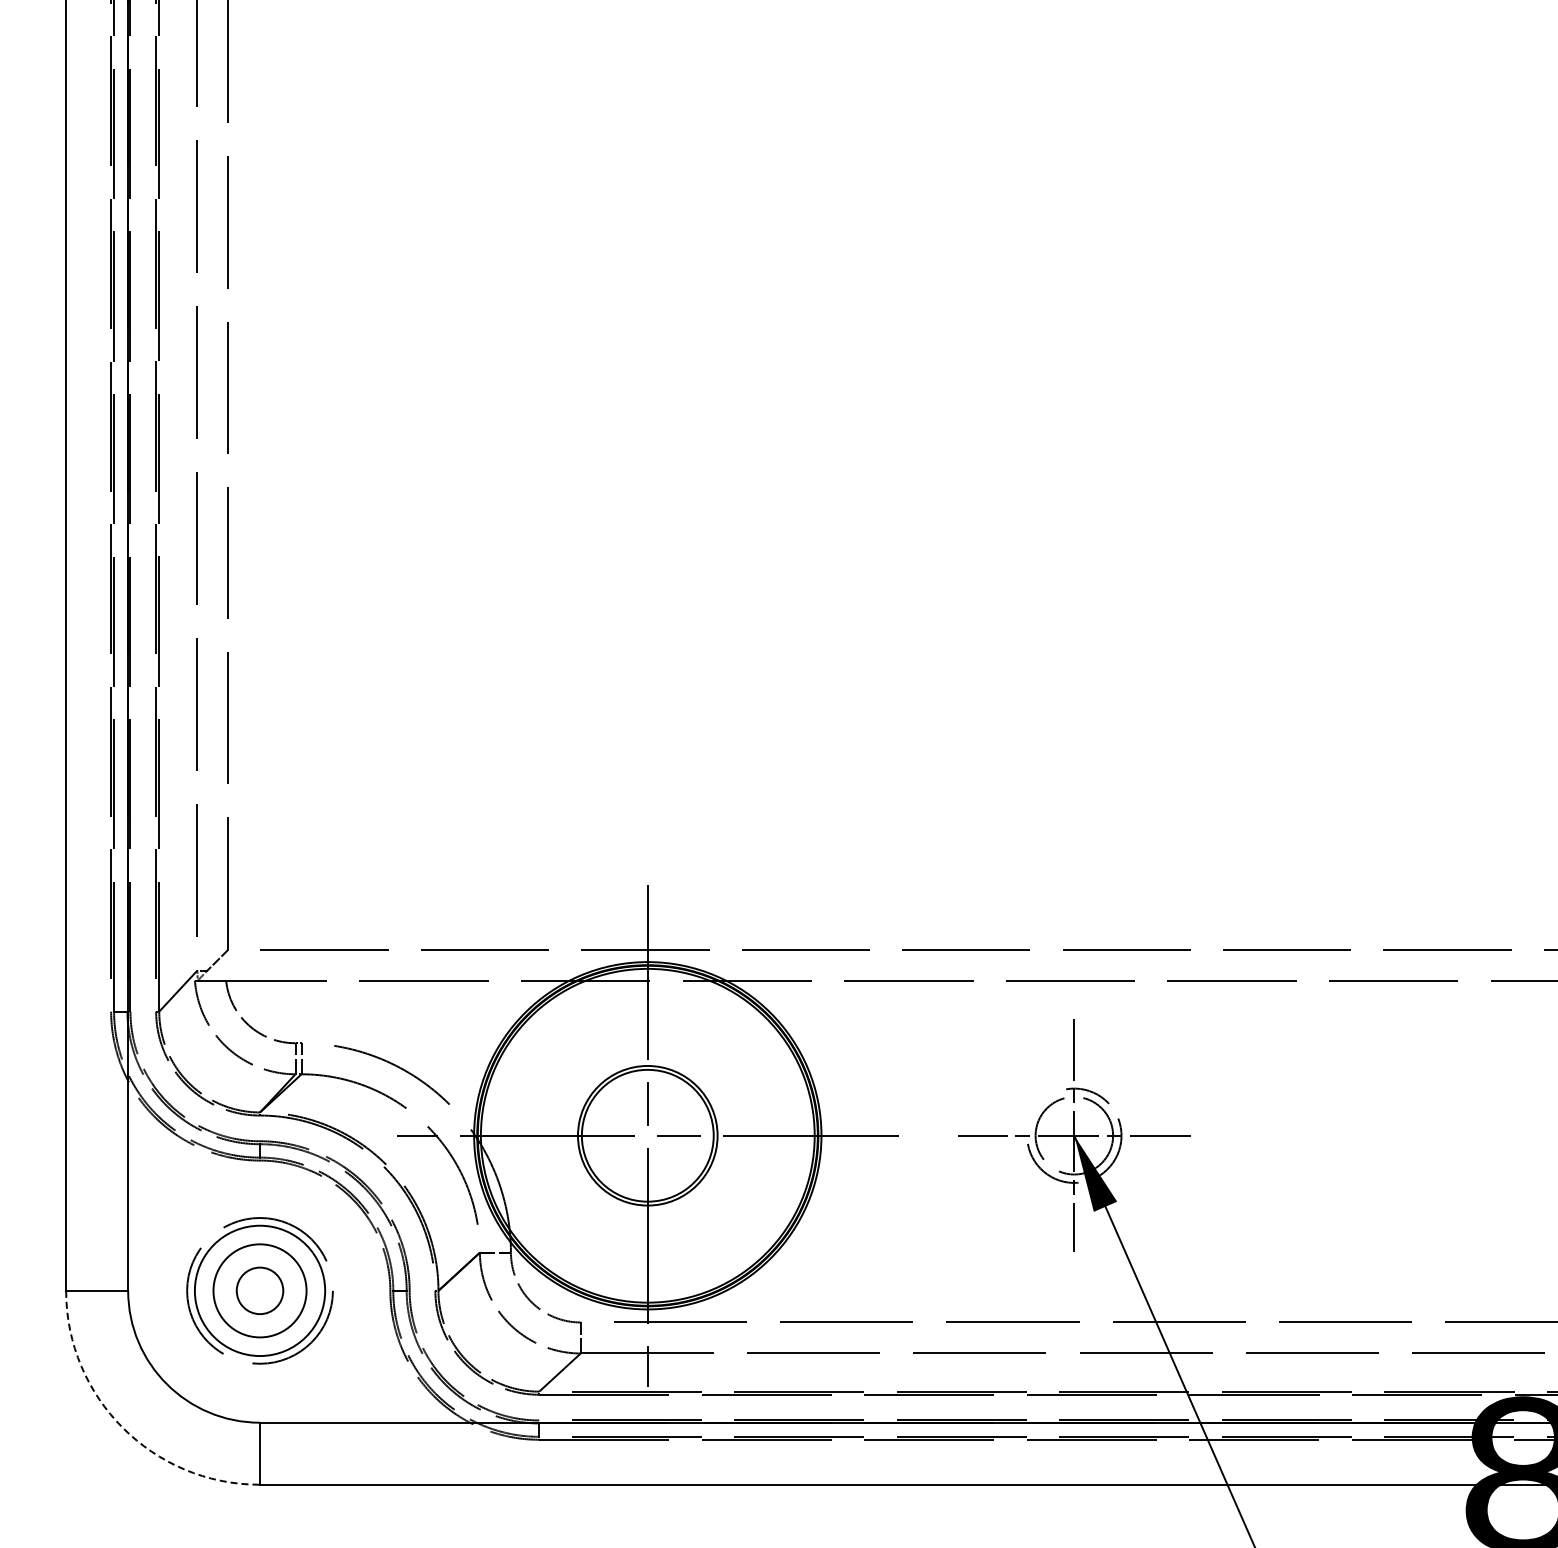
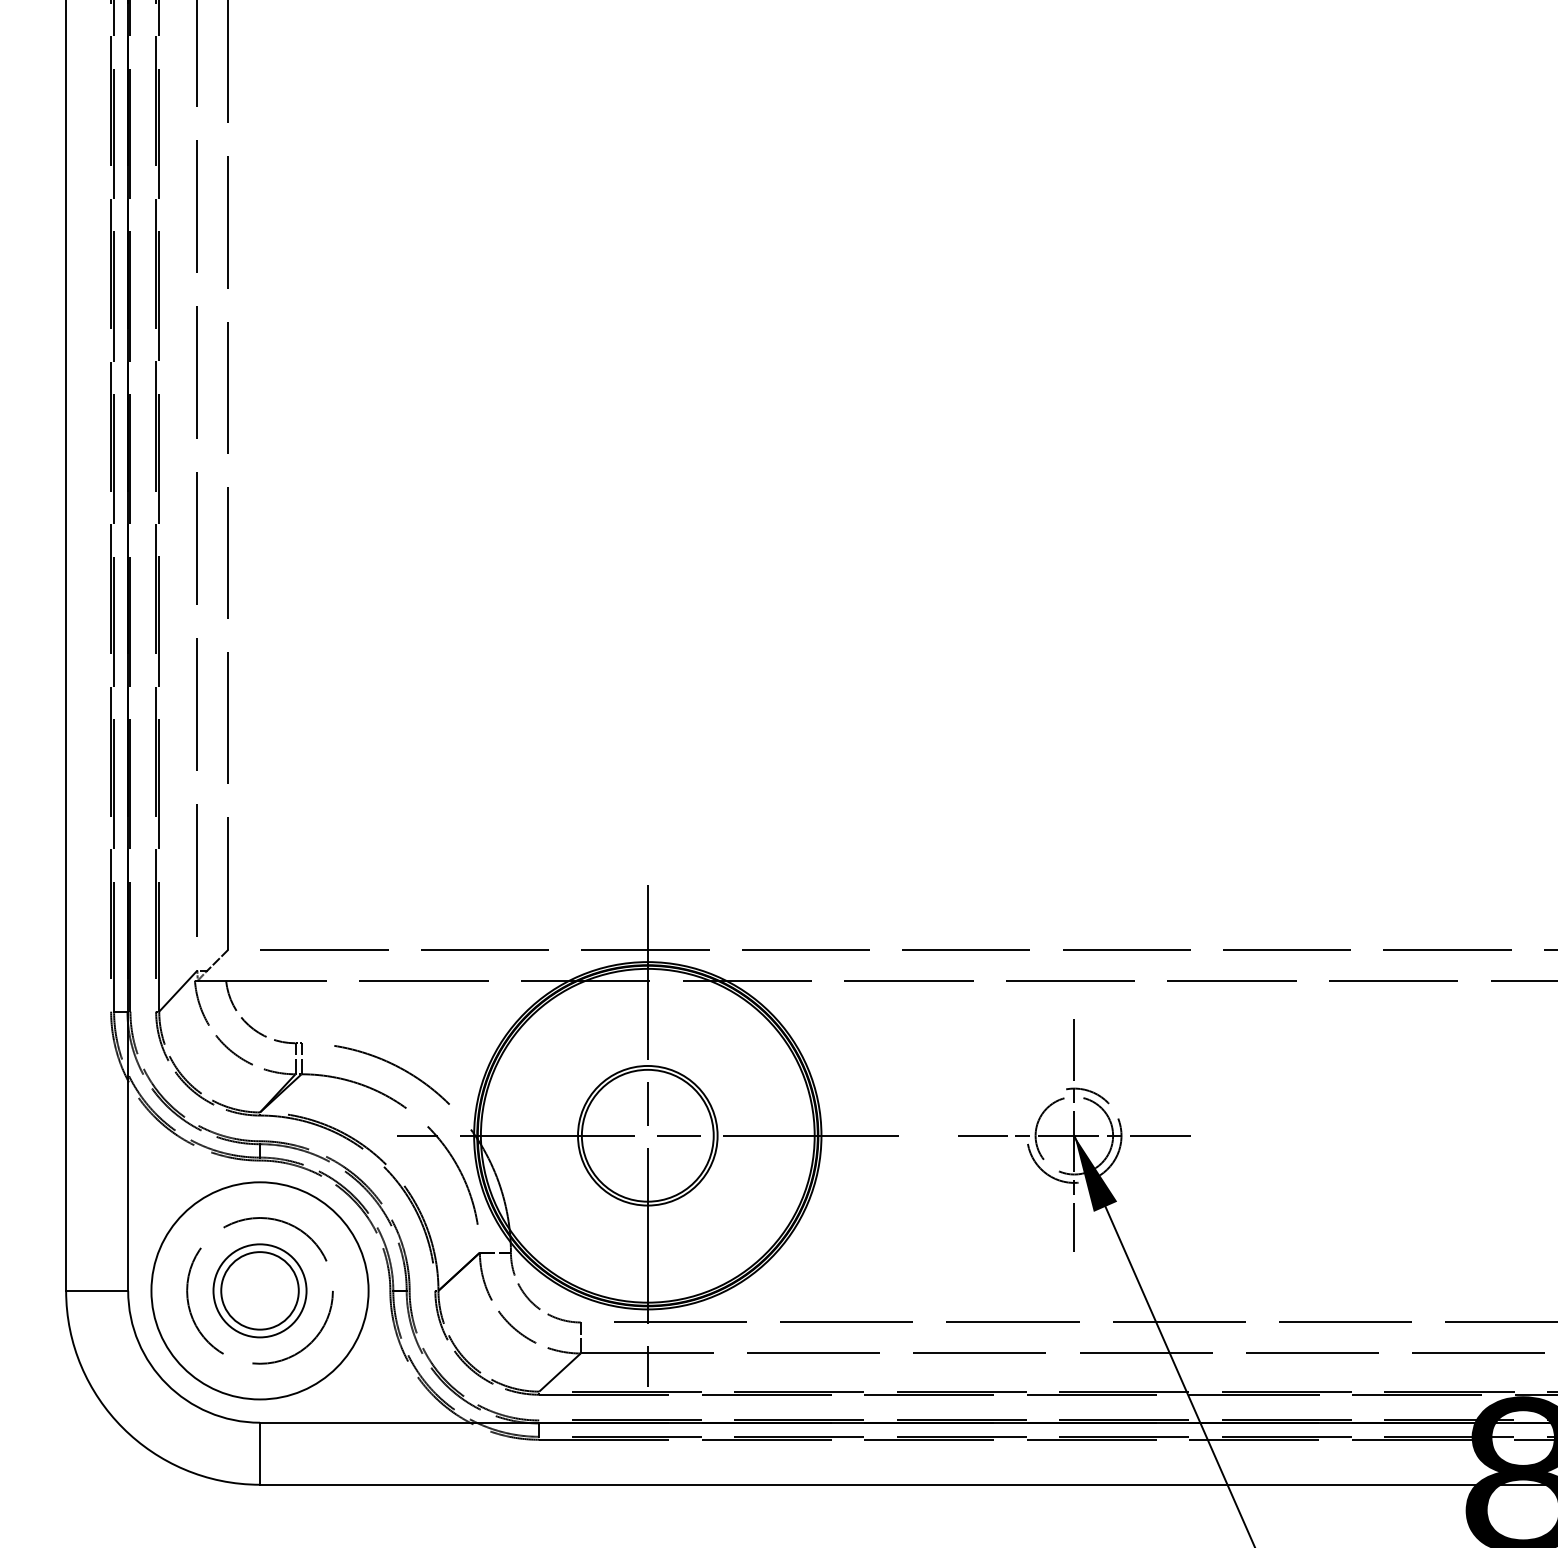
circle at (259, 1290) diameter: 130 px -> 217 px
circle at (259, 1290) diameter: 47 px -> 78 px
arc at (122, 1427): dashed -> solid
